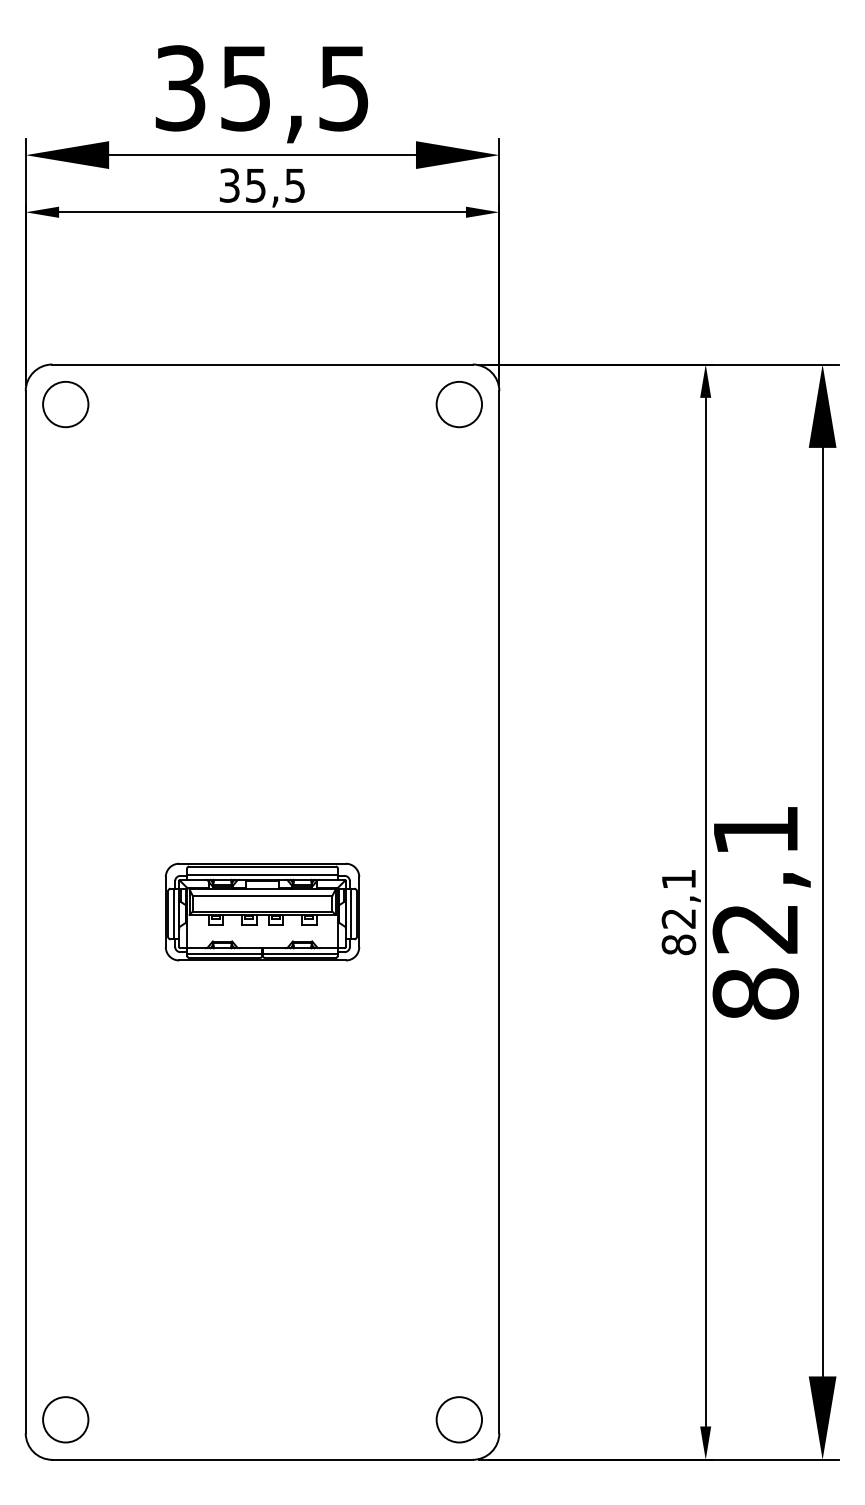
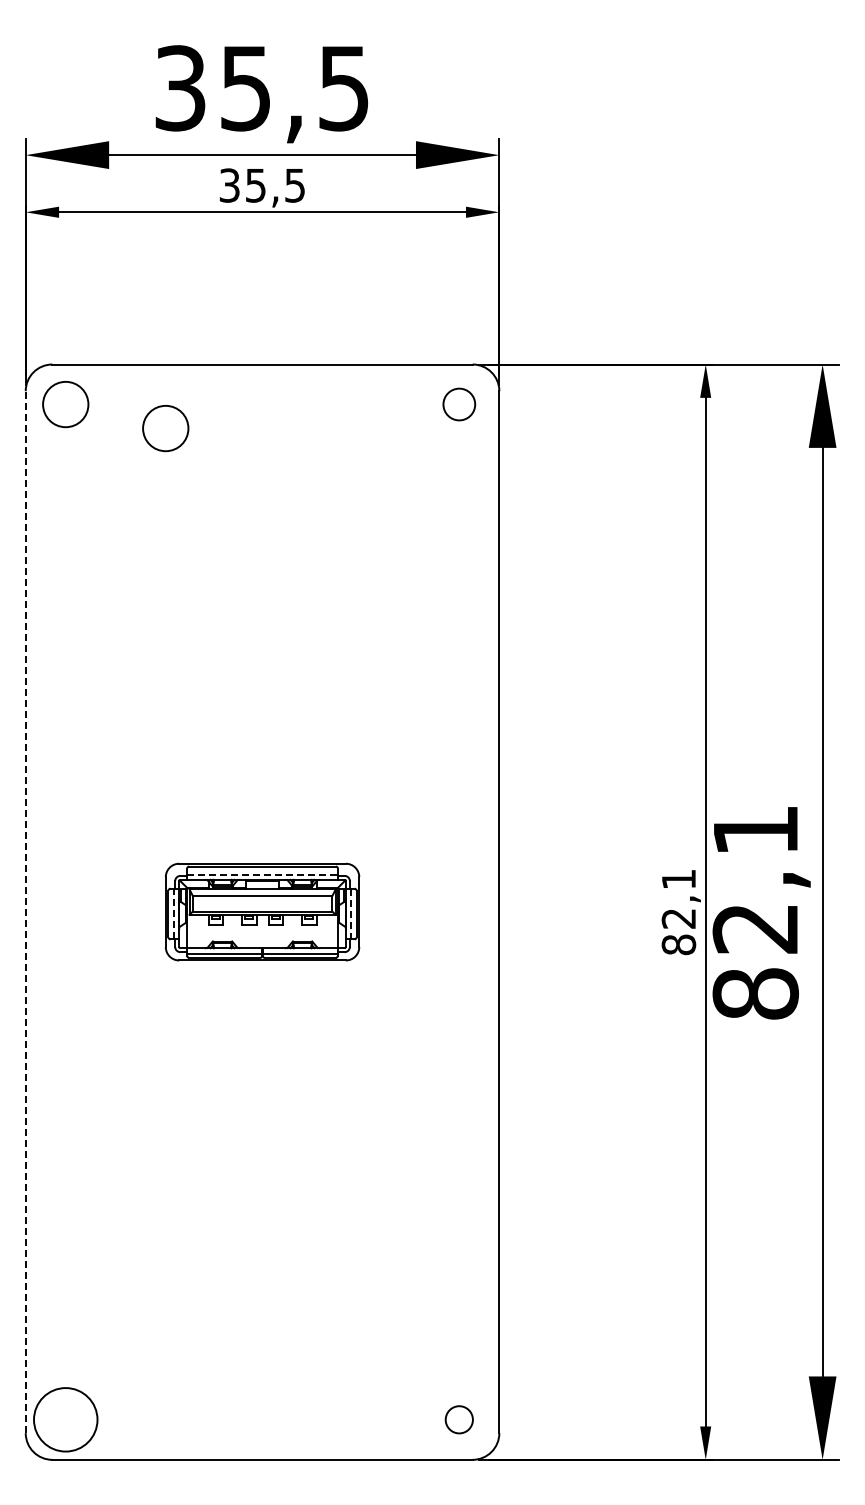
circle at (459, 404) diameter: 45 px -> 32 px
circle at (165, 428): none -> present
line at (263, 874): solid -> dashed
line at (25, 912): solid -> dashed
line at (173, 913): solid -> dashed
line at (351, 914): solid -> dashed
circle at (65, 1419) diameter: 45 px -> 64 px
circle at (459, 1419) diameter: 45 px -> 27 px
